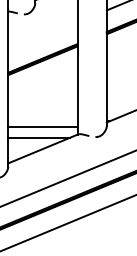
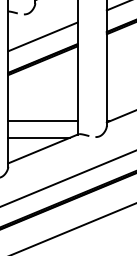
line at (42, 36): none -> present
line at (42, 127) position: (42, 127) -> (42, 121)
line at (67, 222) position: (67, 222) -> (74, 228)
